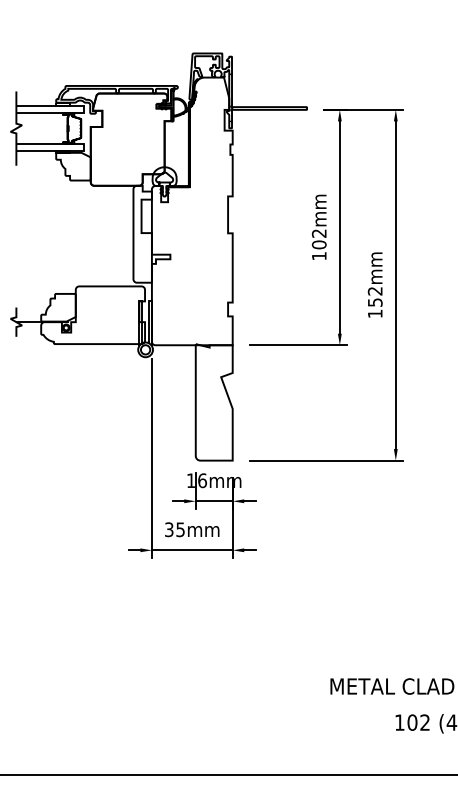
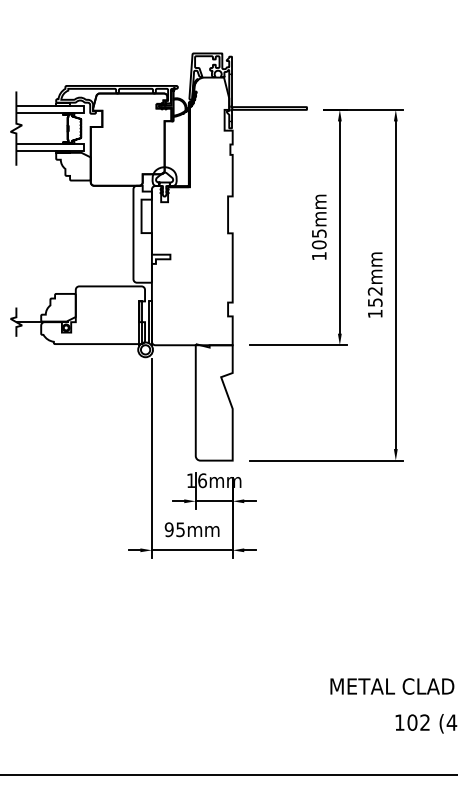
text at (318, 233): 102mm -> 105mm
text at (168, 529): 35mm -> 95mm
